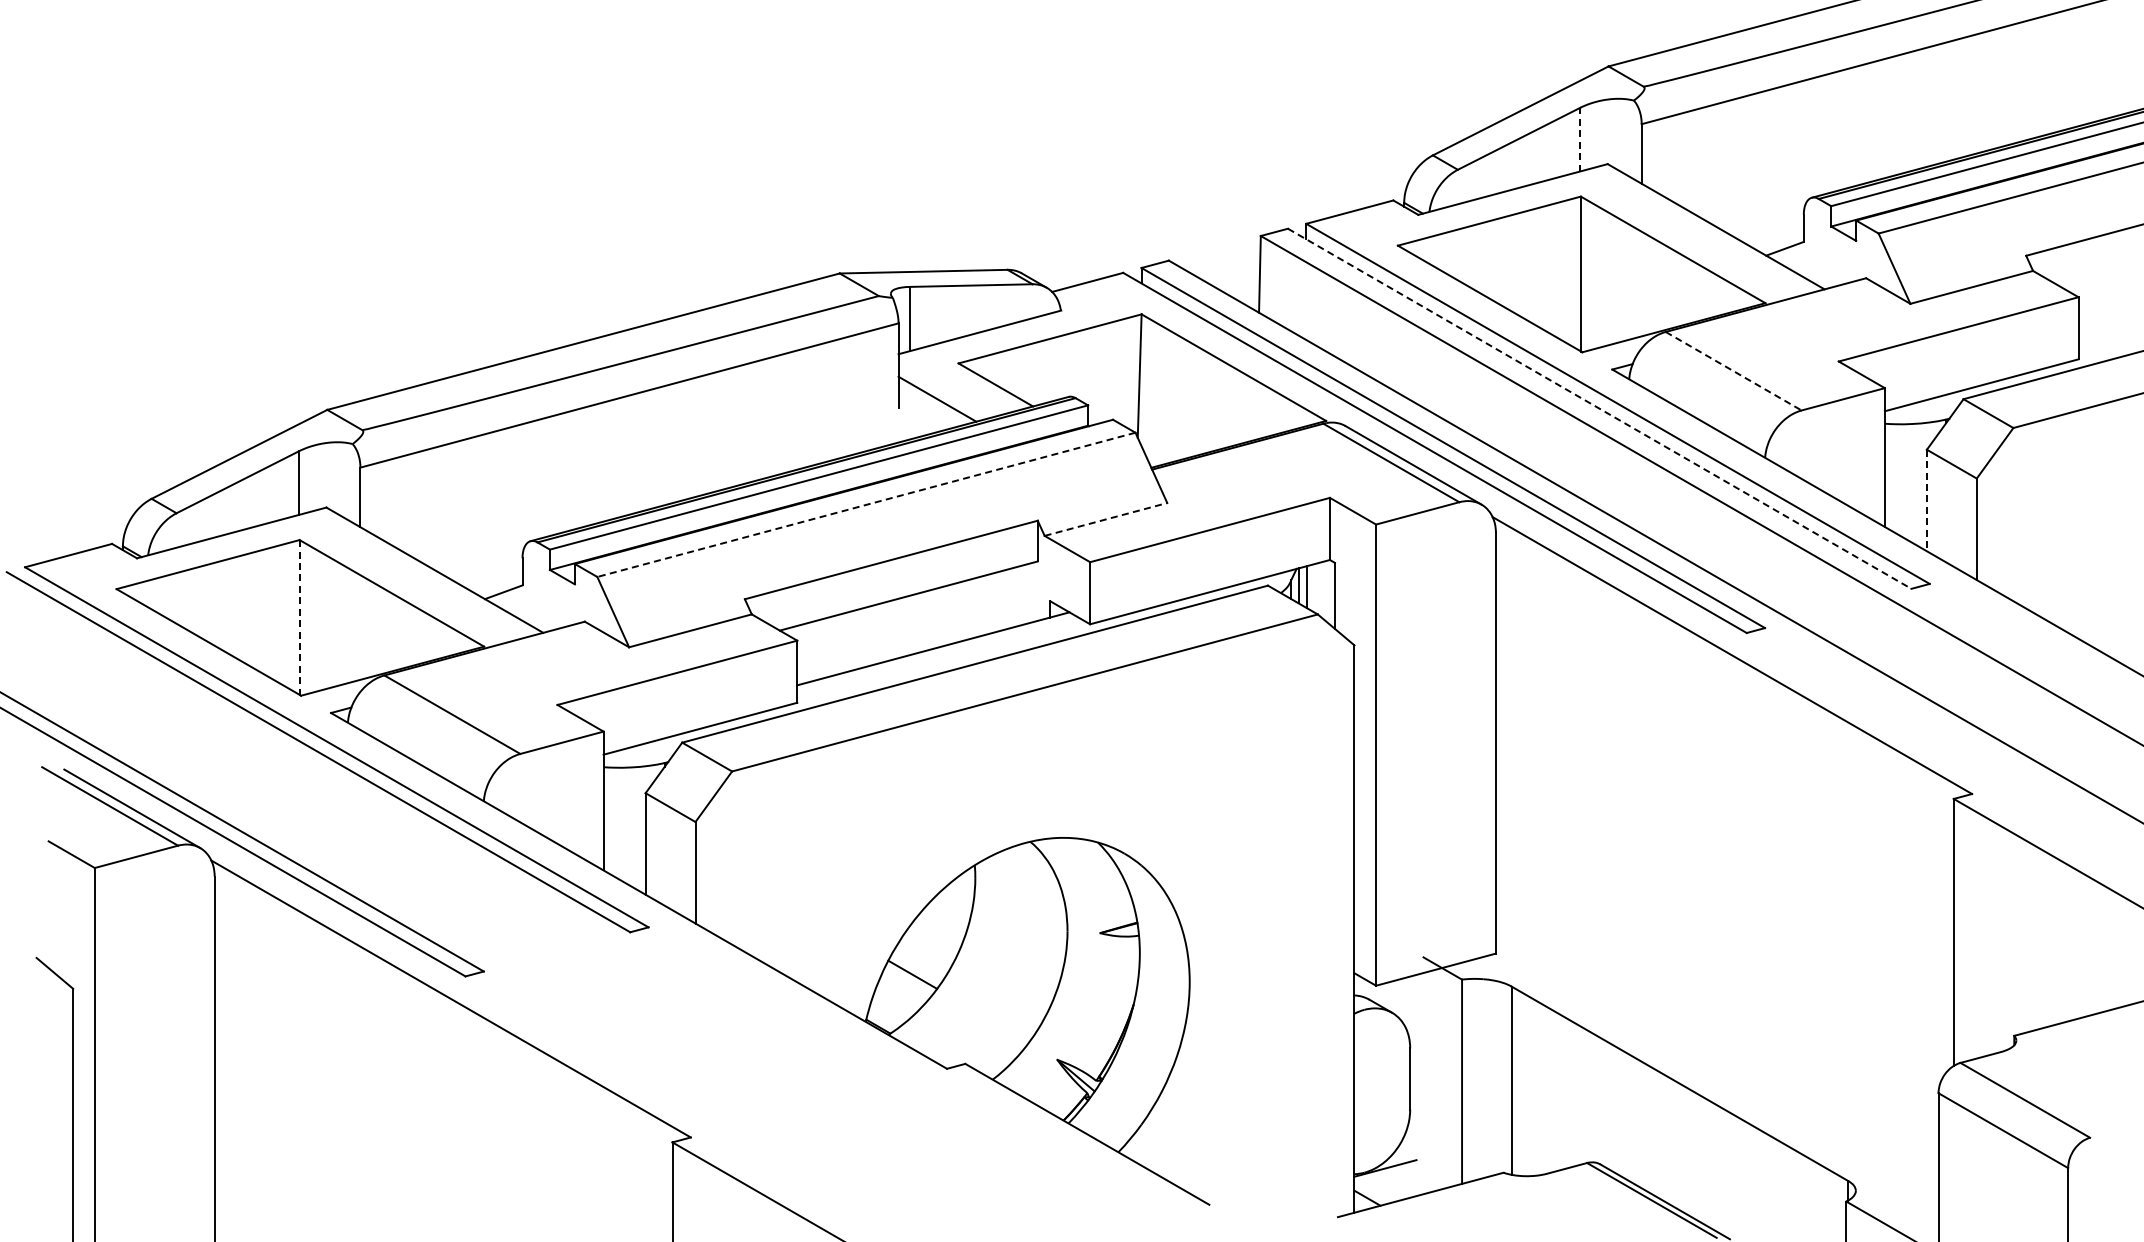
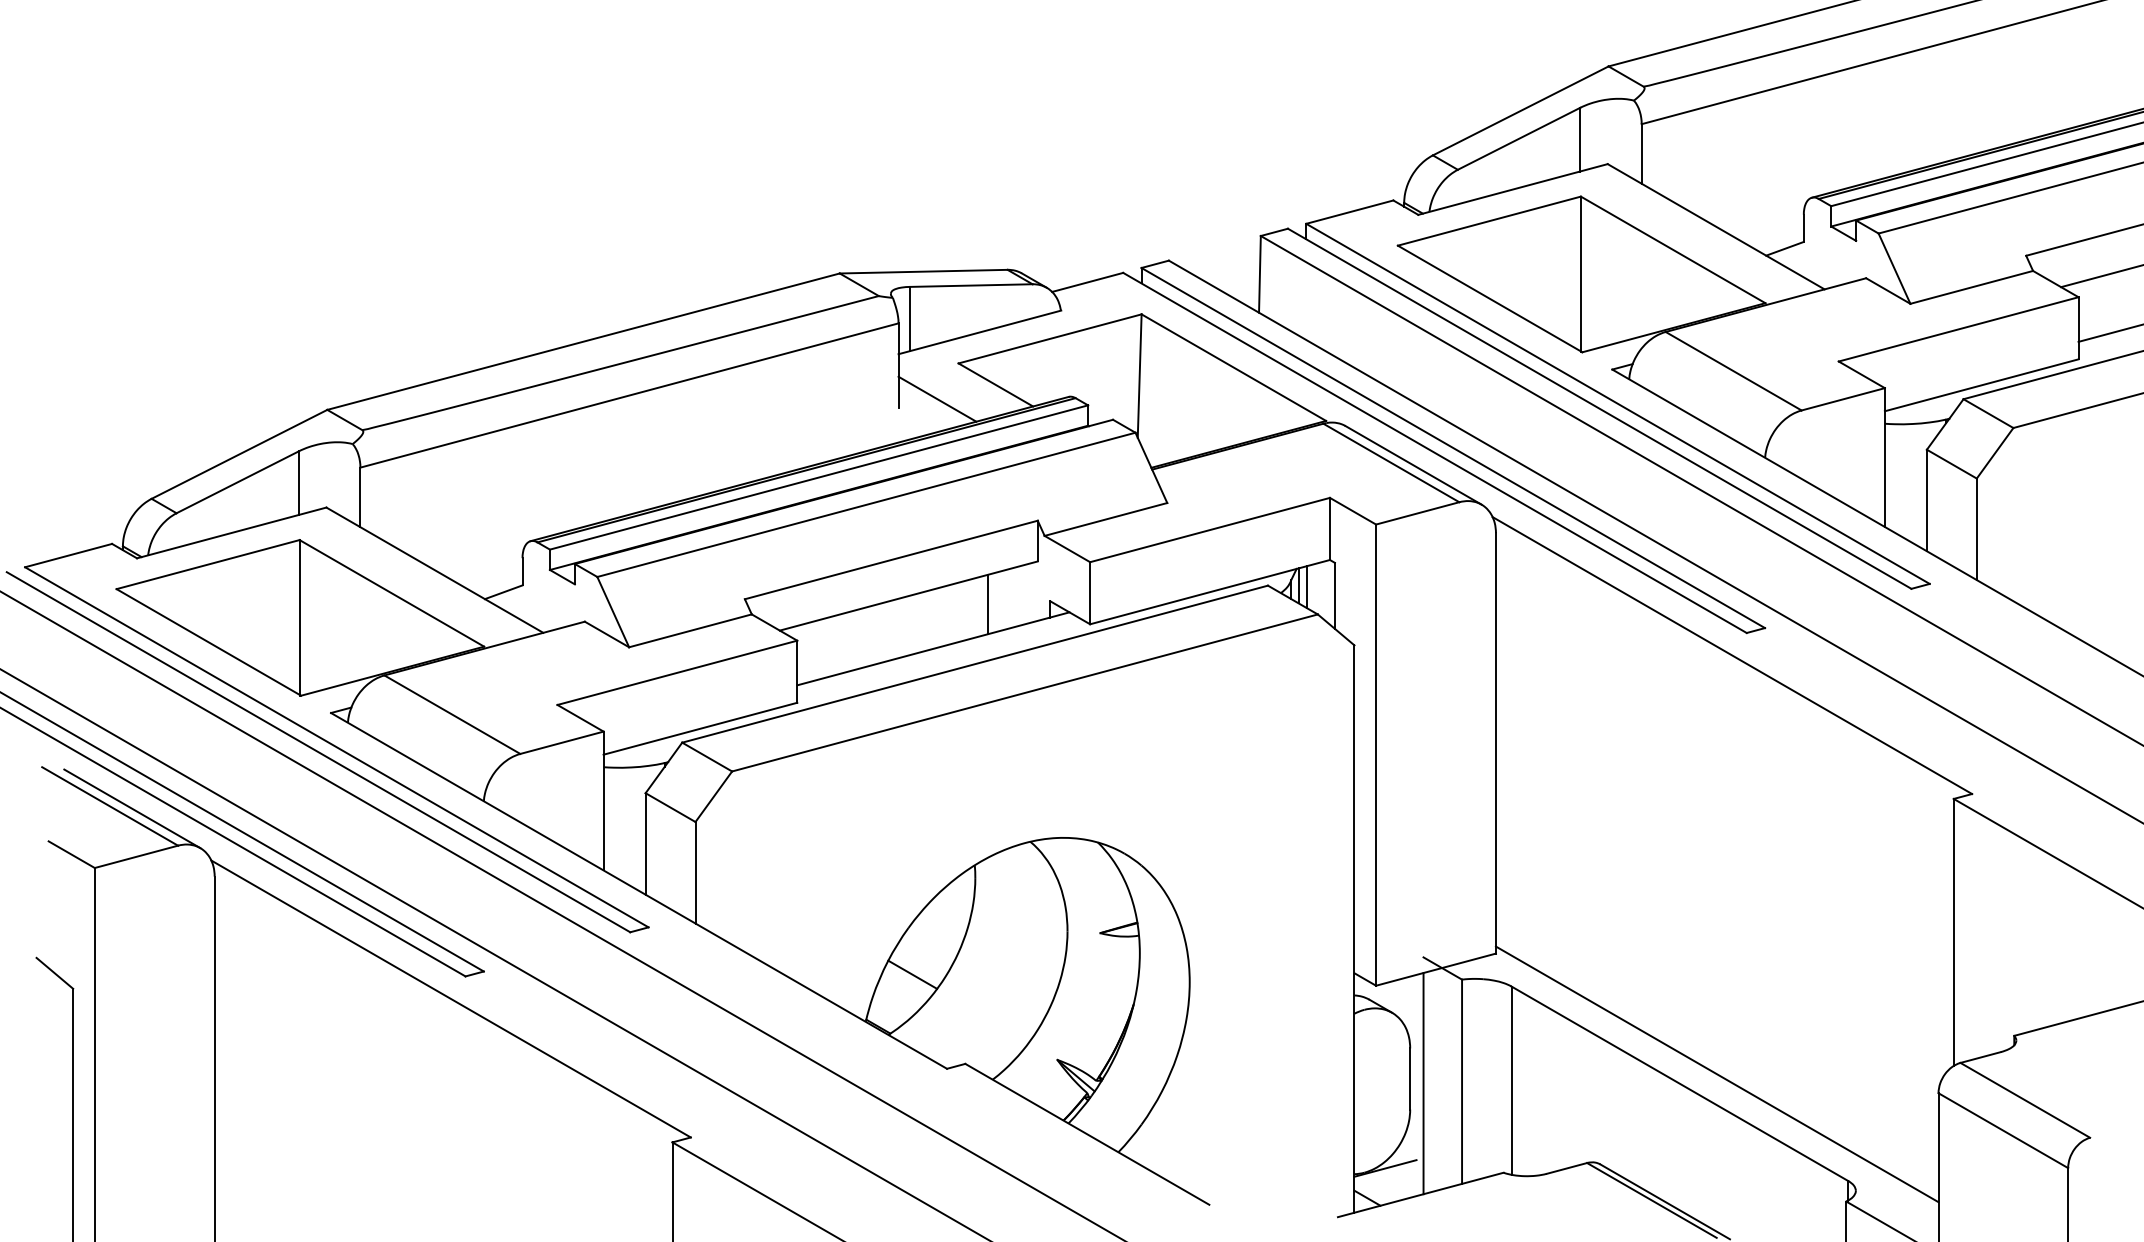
line at (1580, 139): dashed -> solid
line at (2100, 276): none -> present
line at (2109, 333): none -> present
line at (1734, 371): dashed -> solid
line at (1600, 409): dashed -> solid
line at (1926, 500): dashed -> solid
line at (866, 504): dashed -> solid
line at (1106, 519): dashed -> solid
line at (987, 604): none -> present
line at (299, 617): dashed -> solid
line at (561, 915): none -> present
line at (494, 954): none -> present
line at (1716, 1074): none -> present
line at (1423, 1083): none -> present
